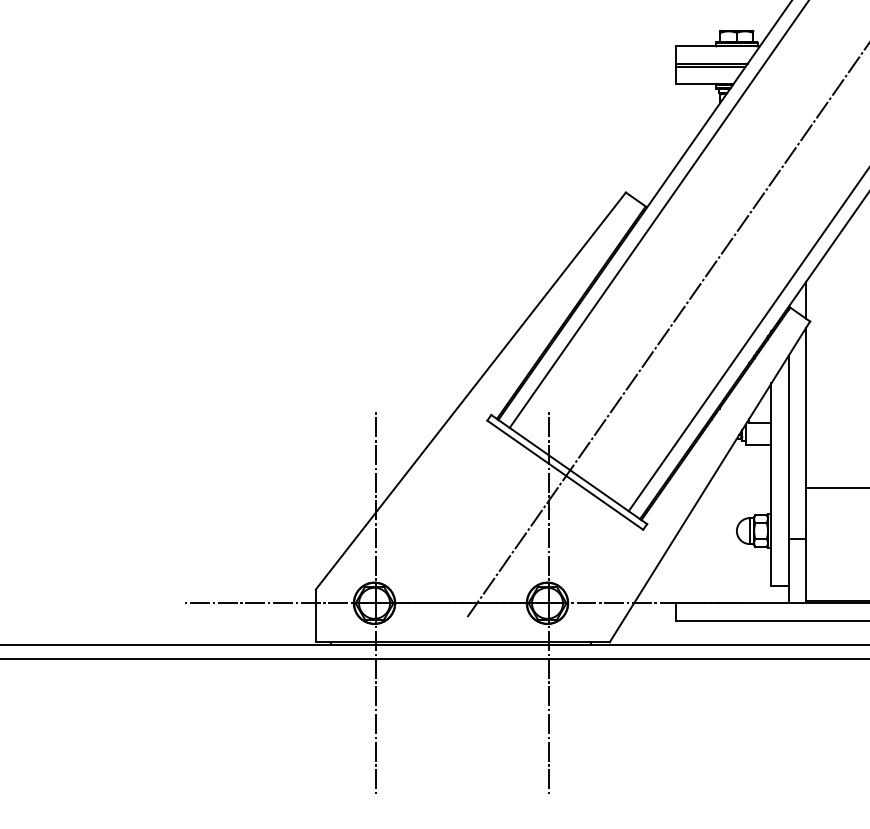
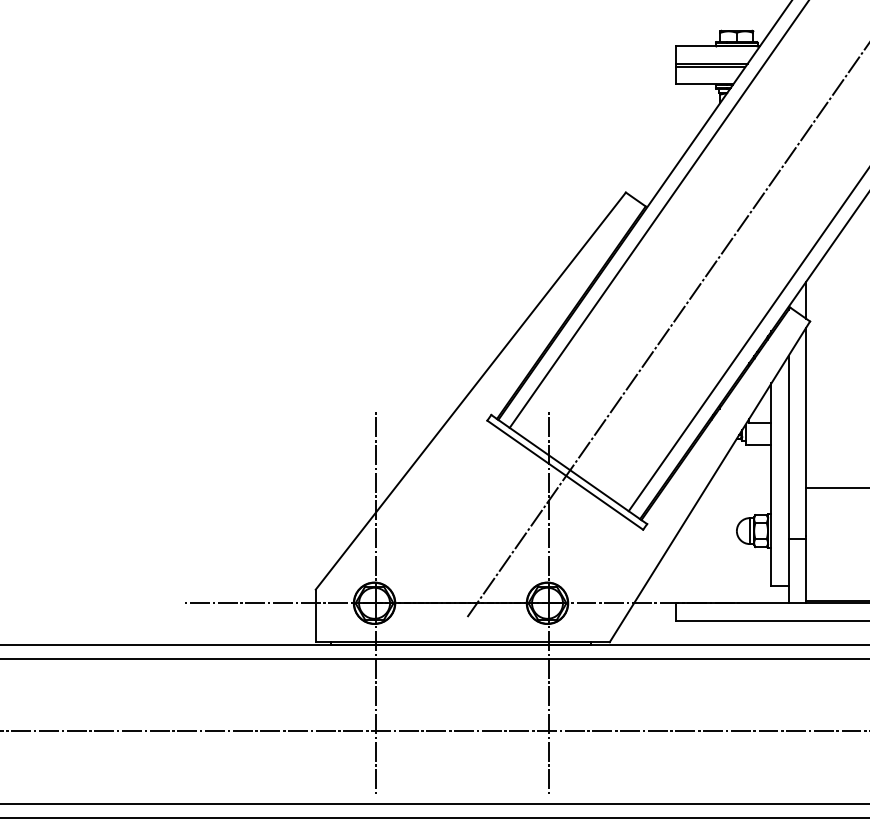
line at (434, 731): none -> present
line at (434, 803): none -> present
line at (434, 817): none -> present
